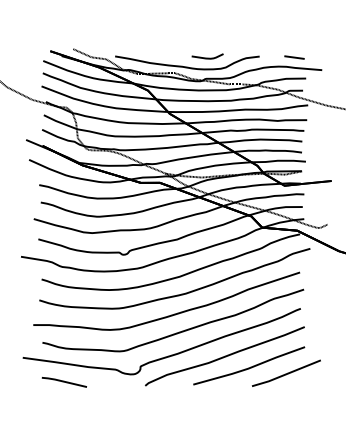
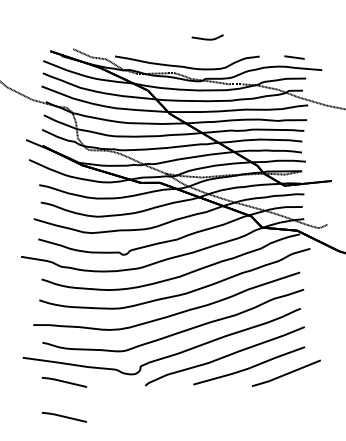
part at (207, 56) position: (207, 56) -> (207, 37)
line at (63, 417): none -> present
